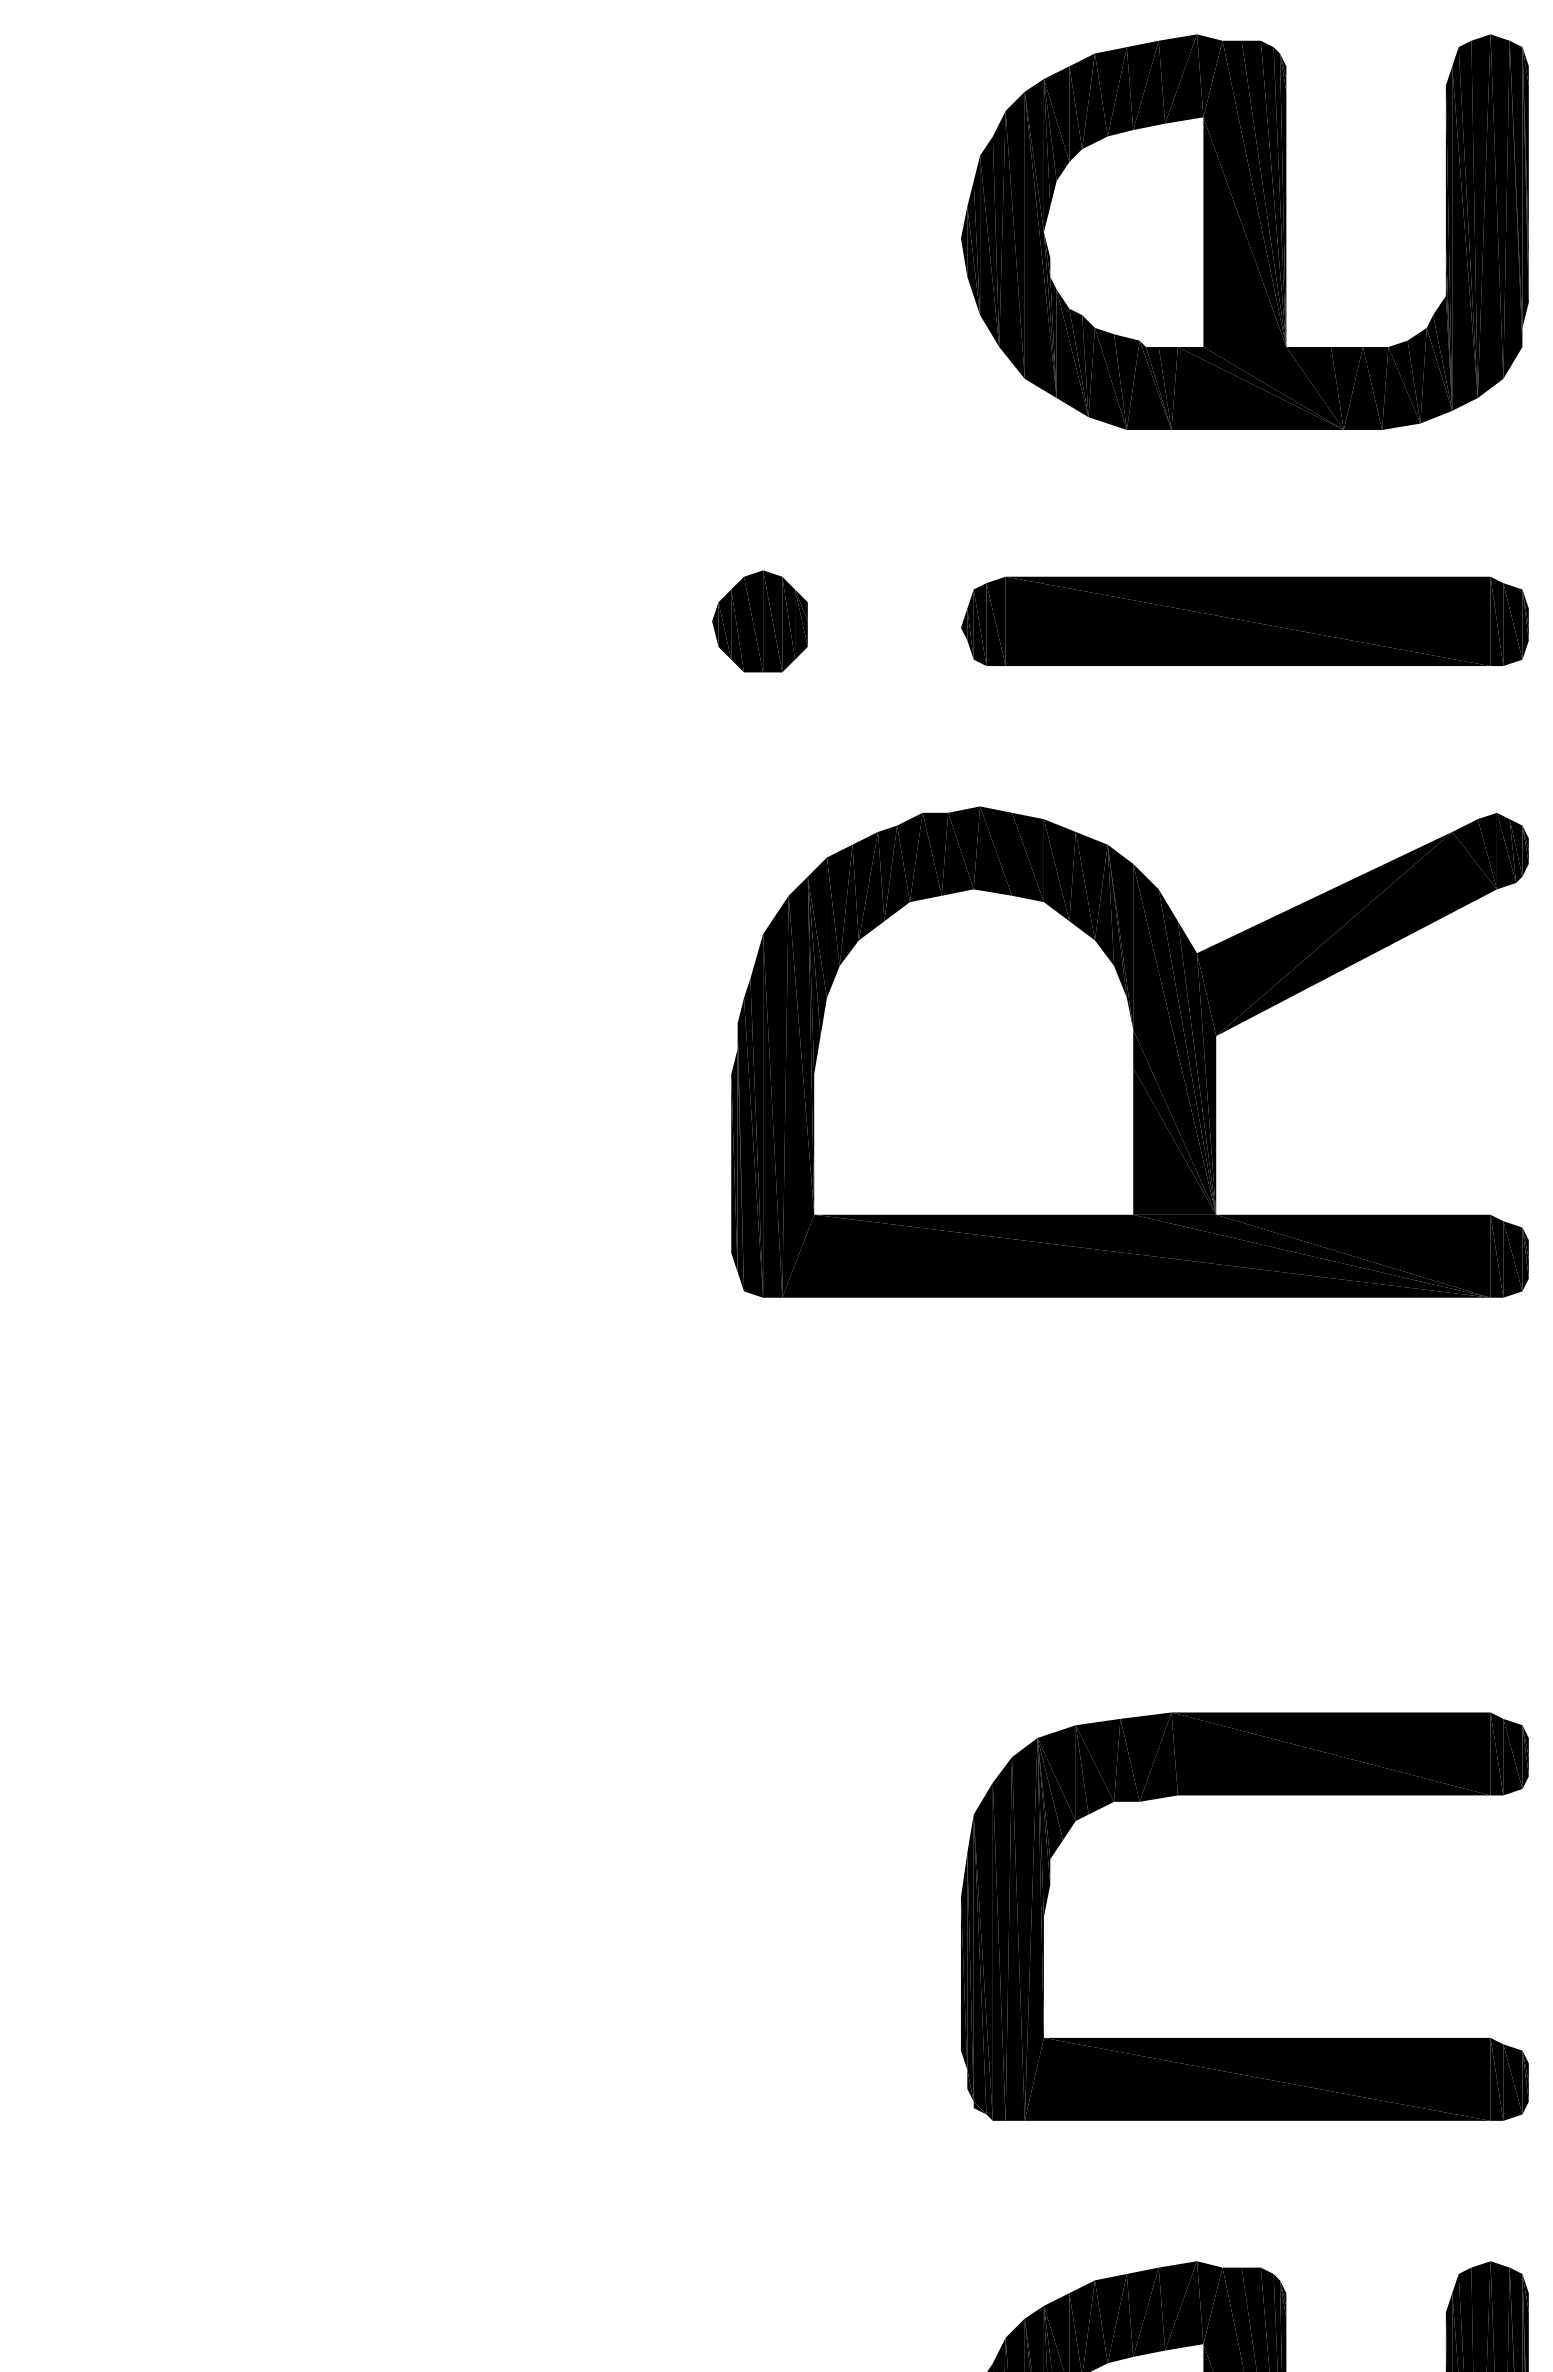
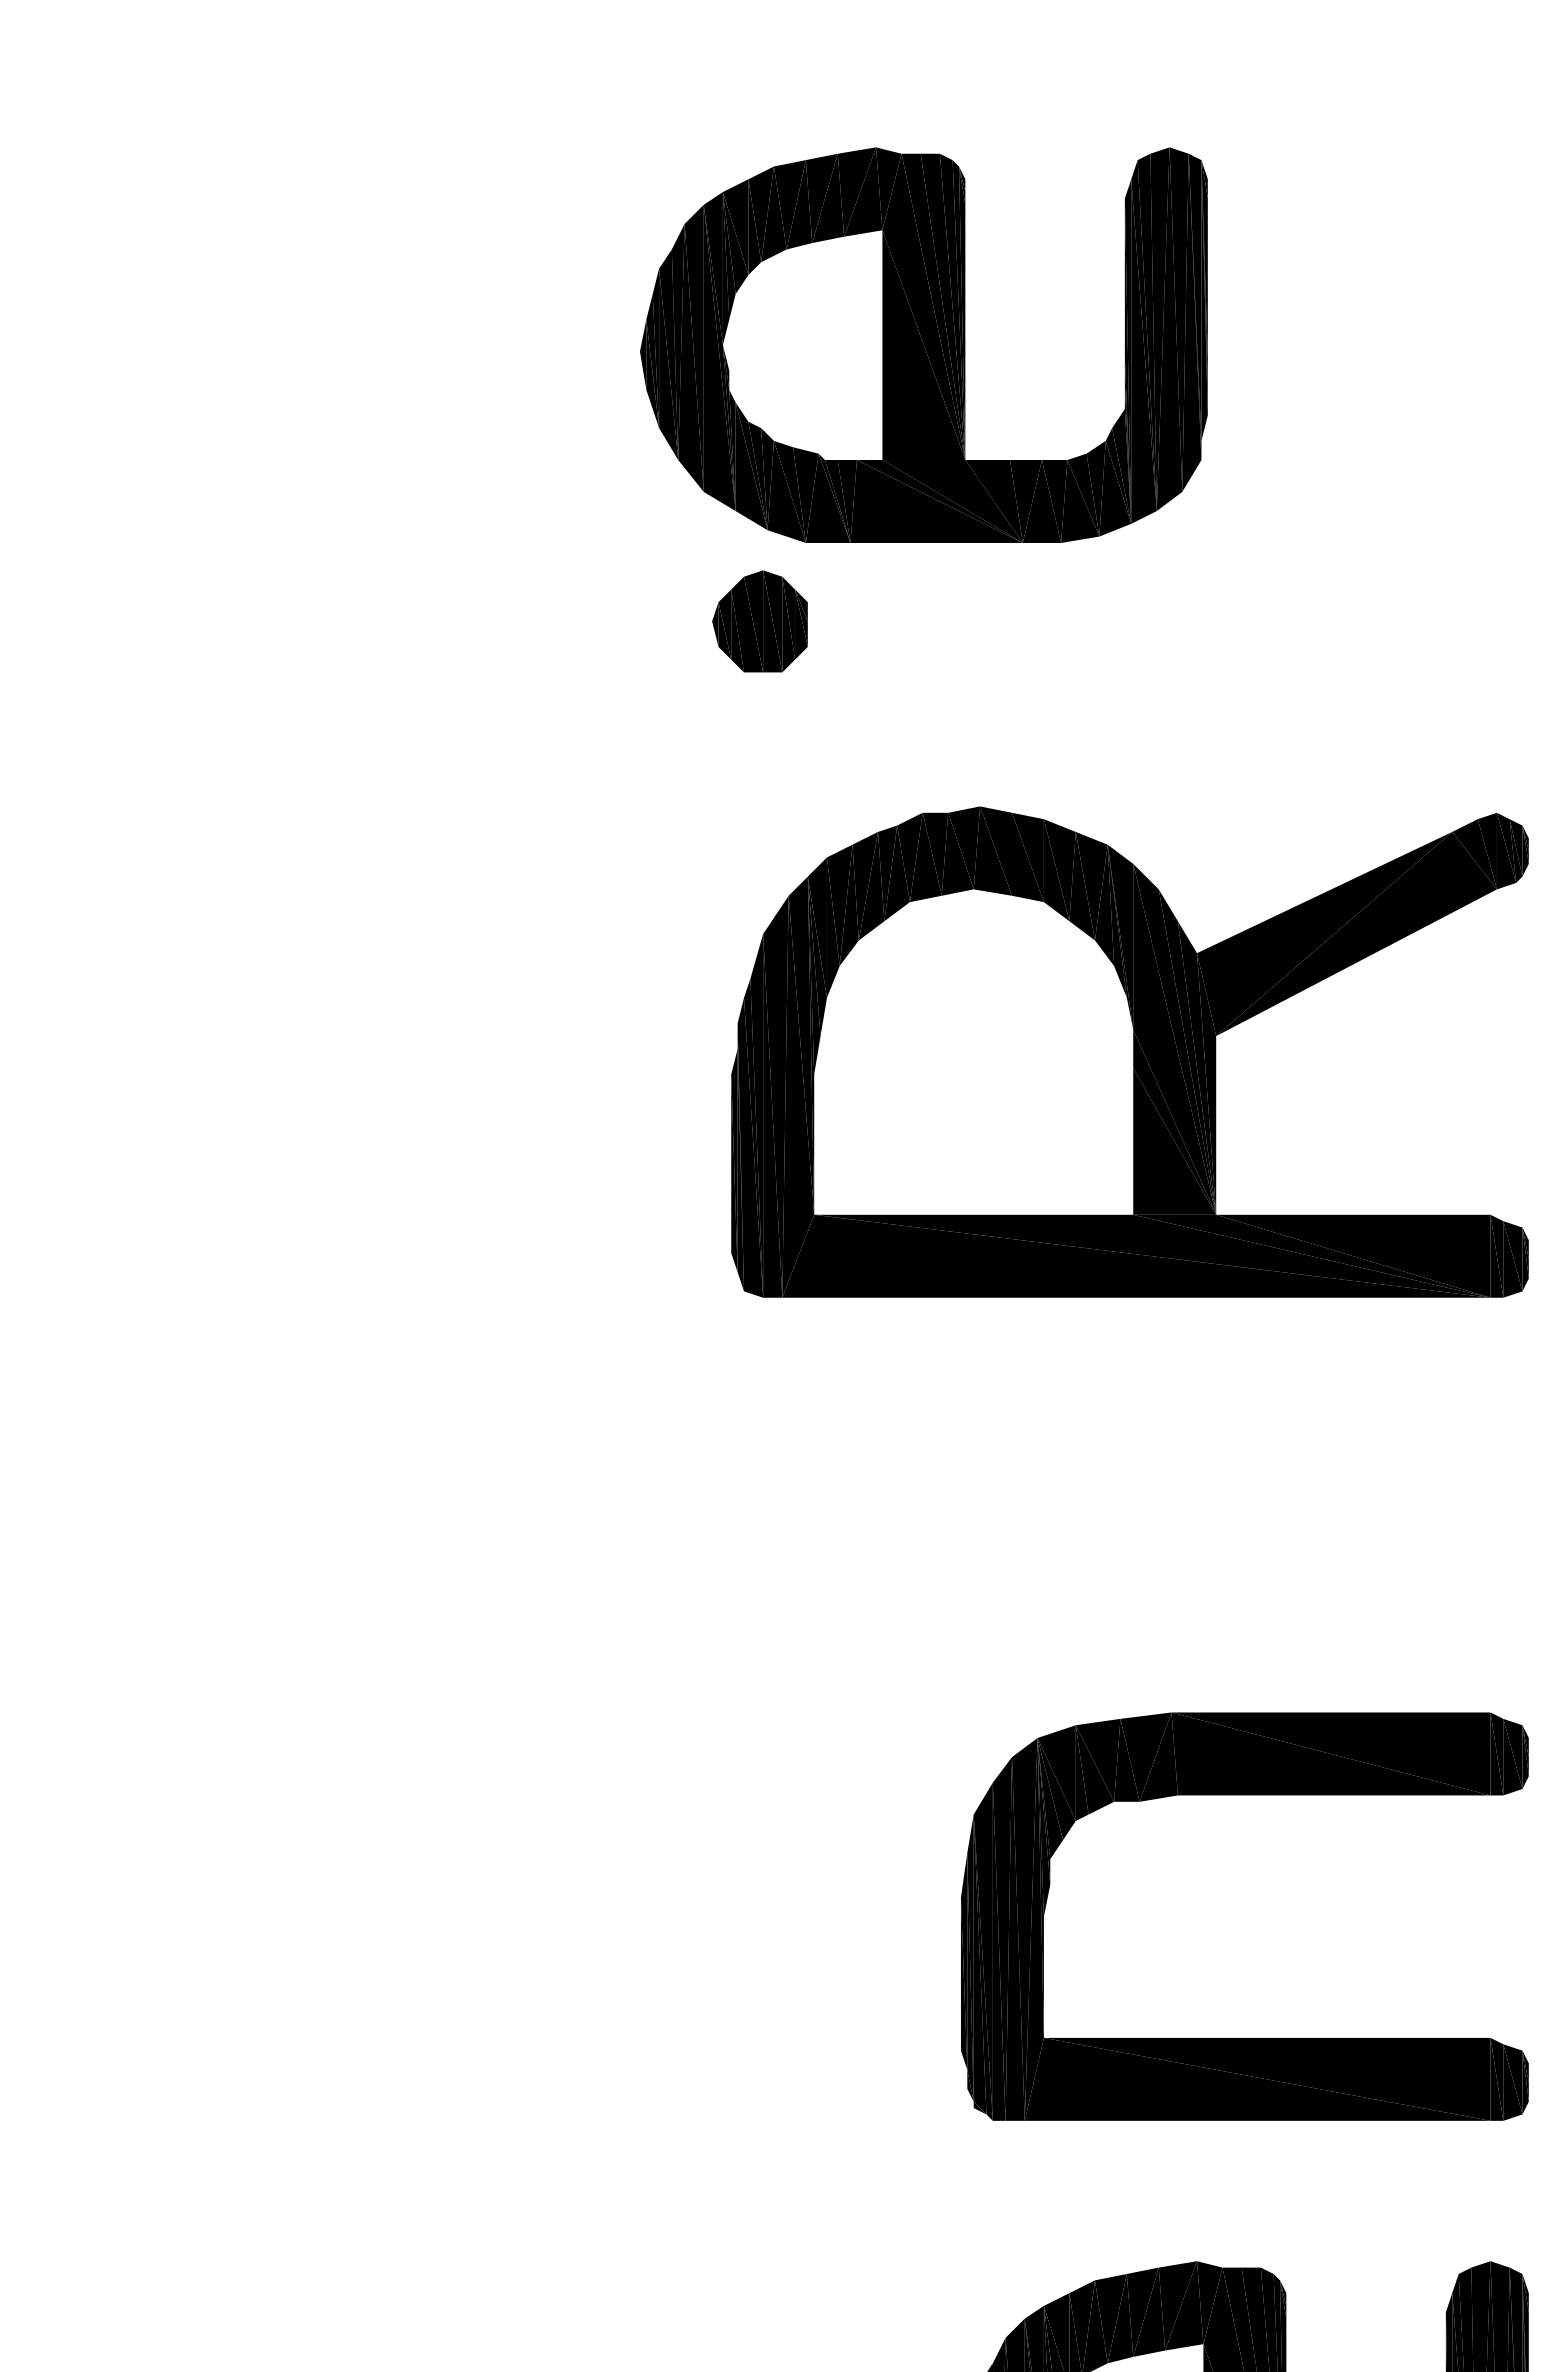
part at (1244, 231) position: (1244, 231) -> (923, 344)
part at (1244, 620): present -> none
